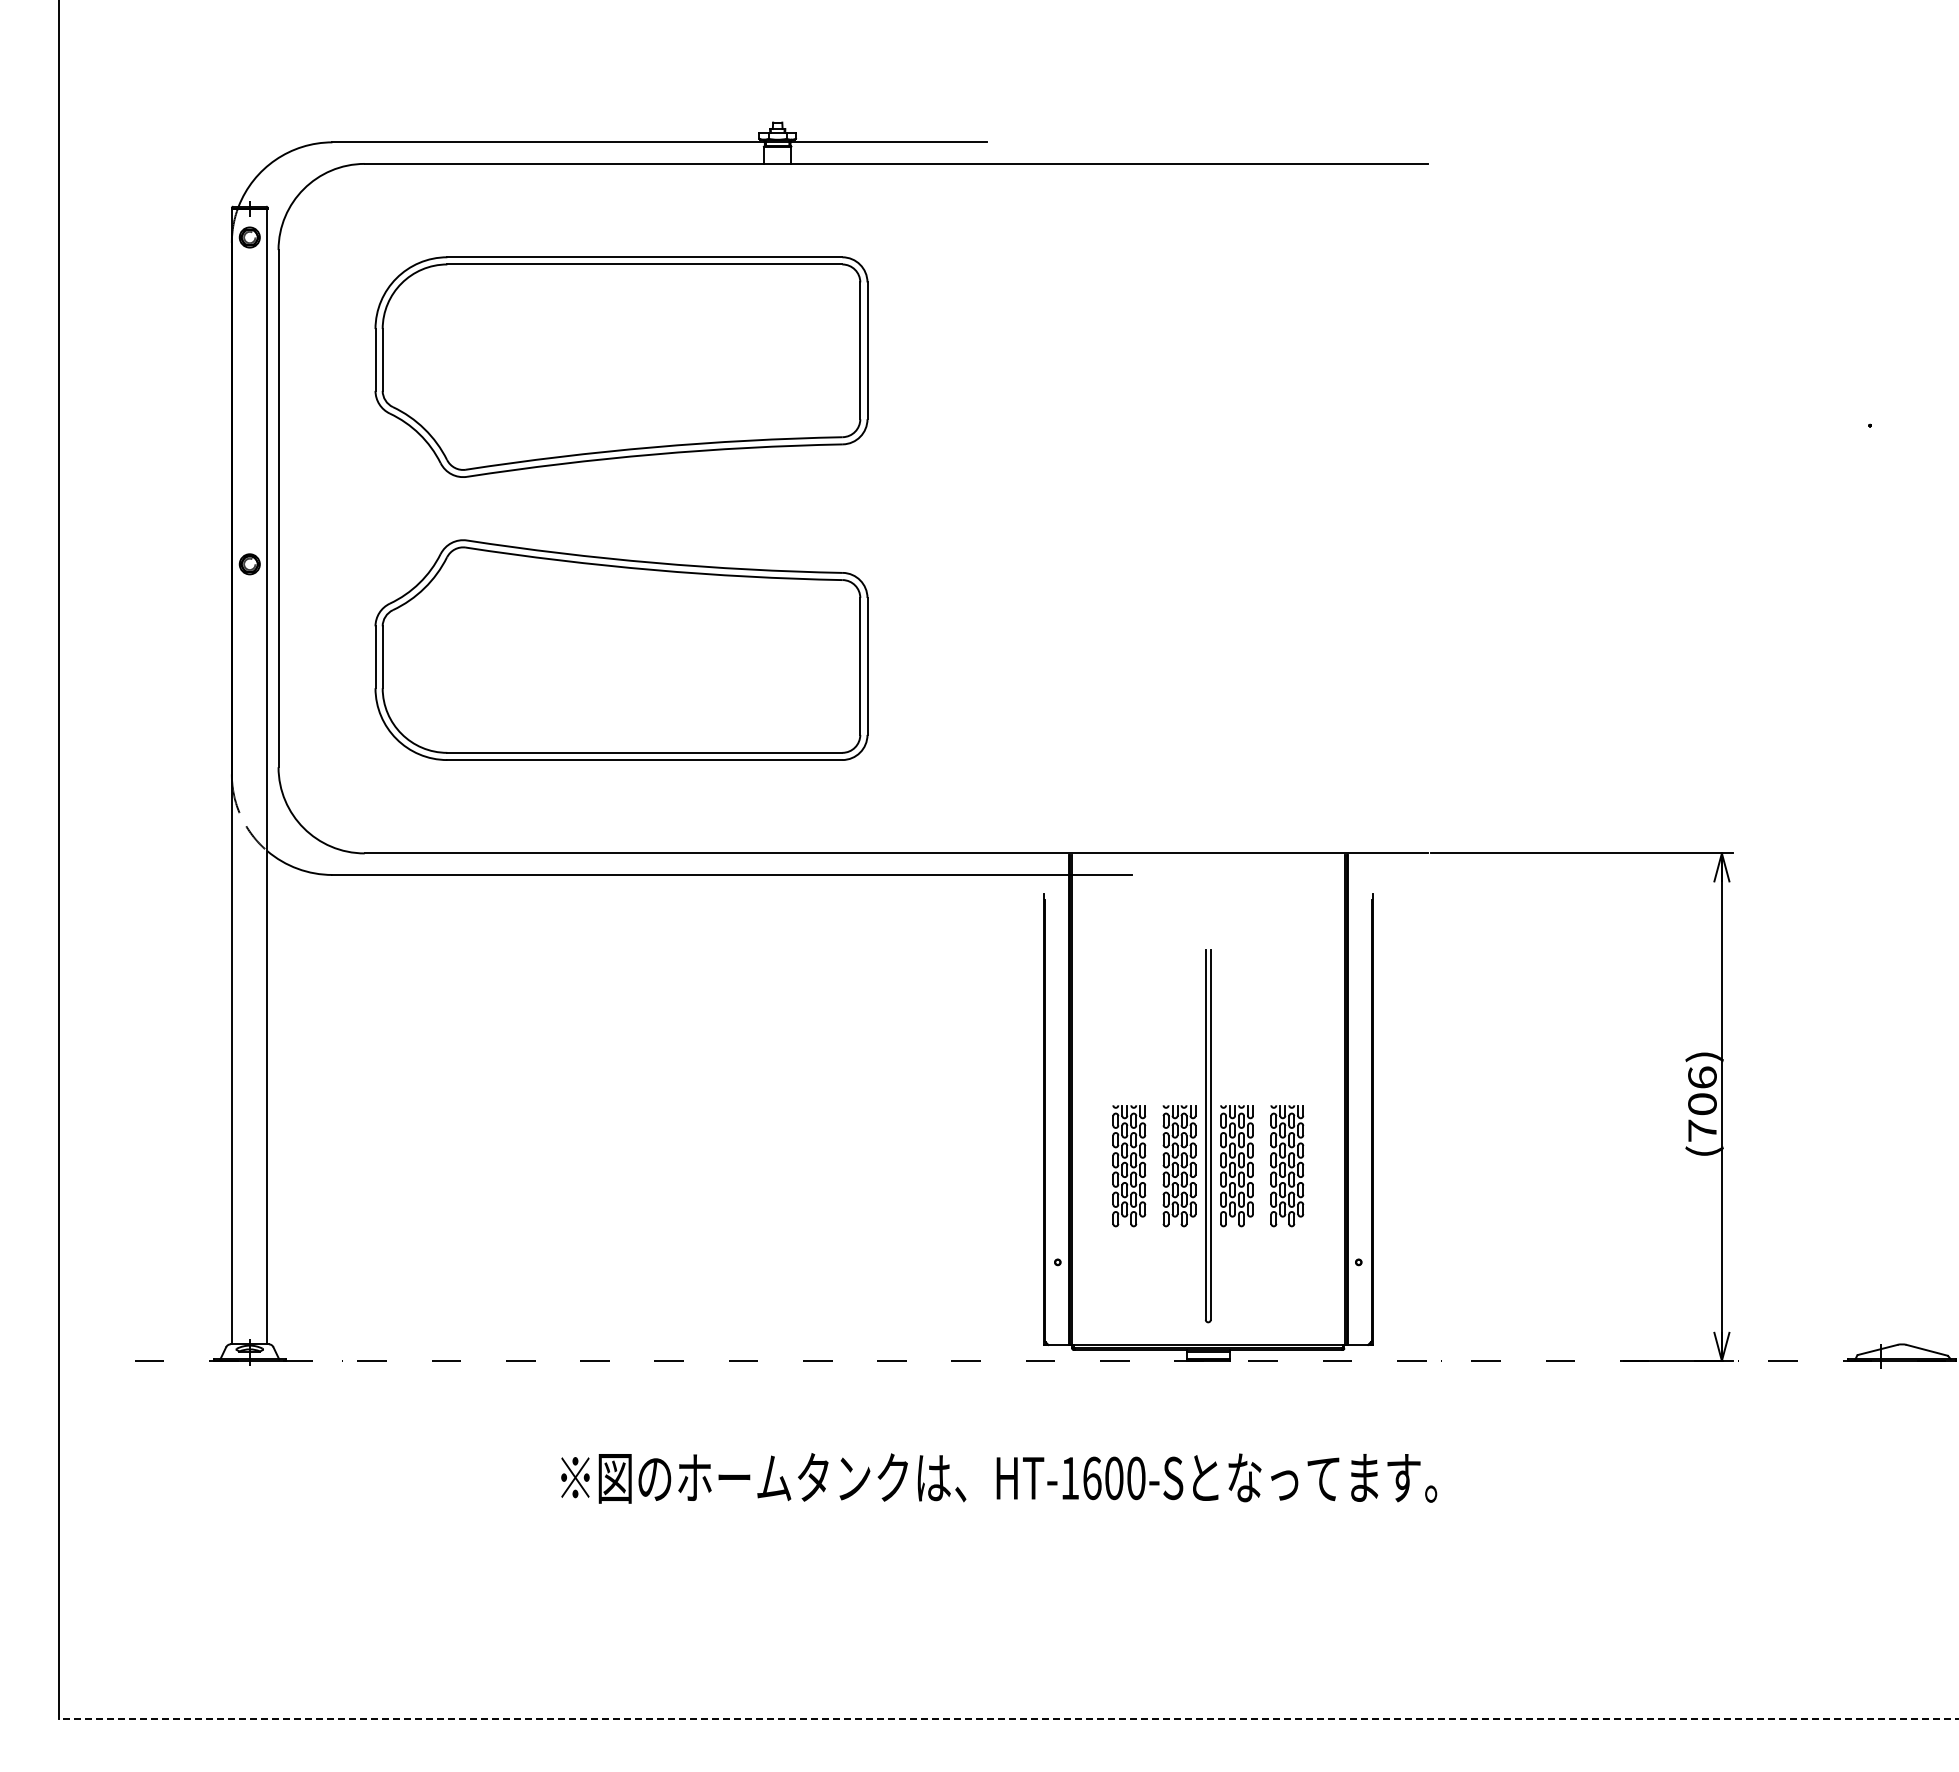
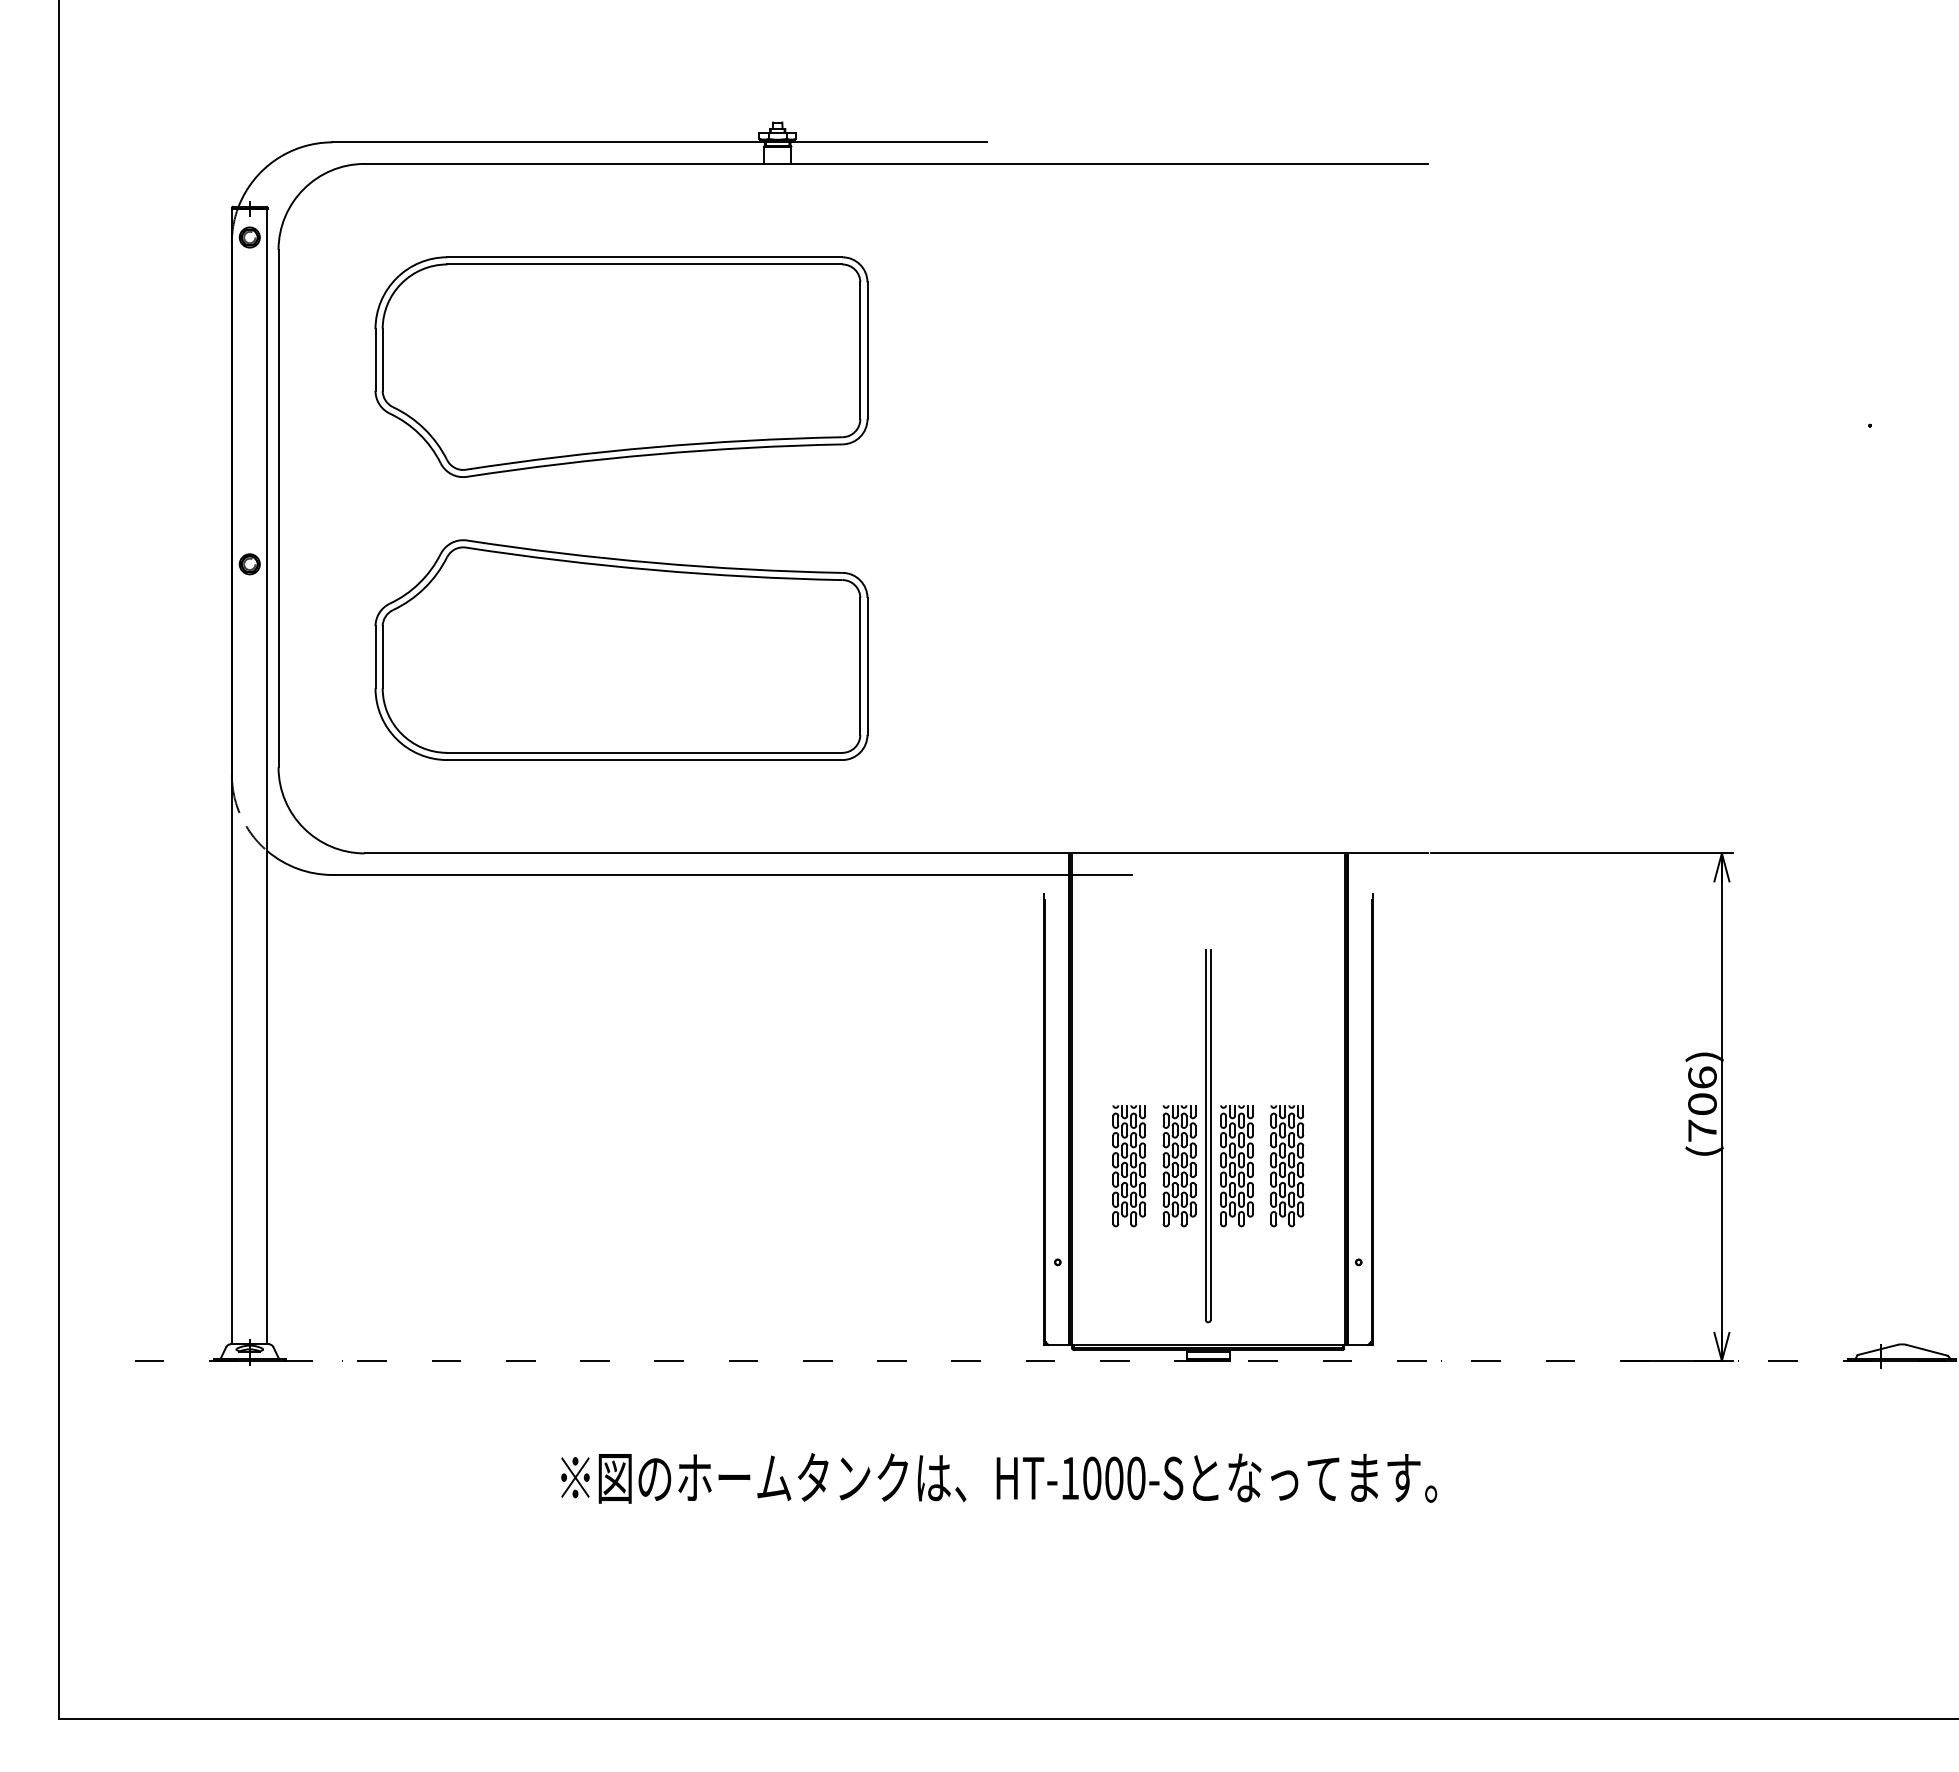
text at (1092, 1478): HT-1600-S -> HT-1000-S
line at (1008, 1718): dashed -> solid
